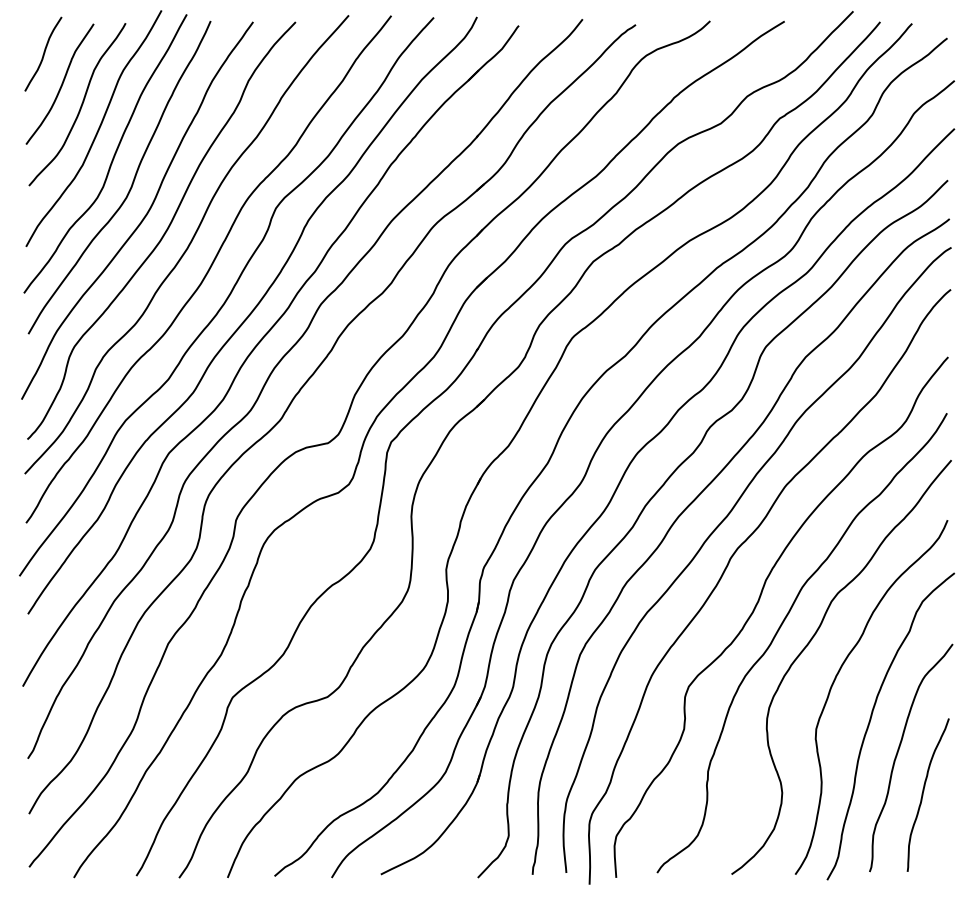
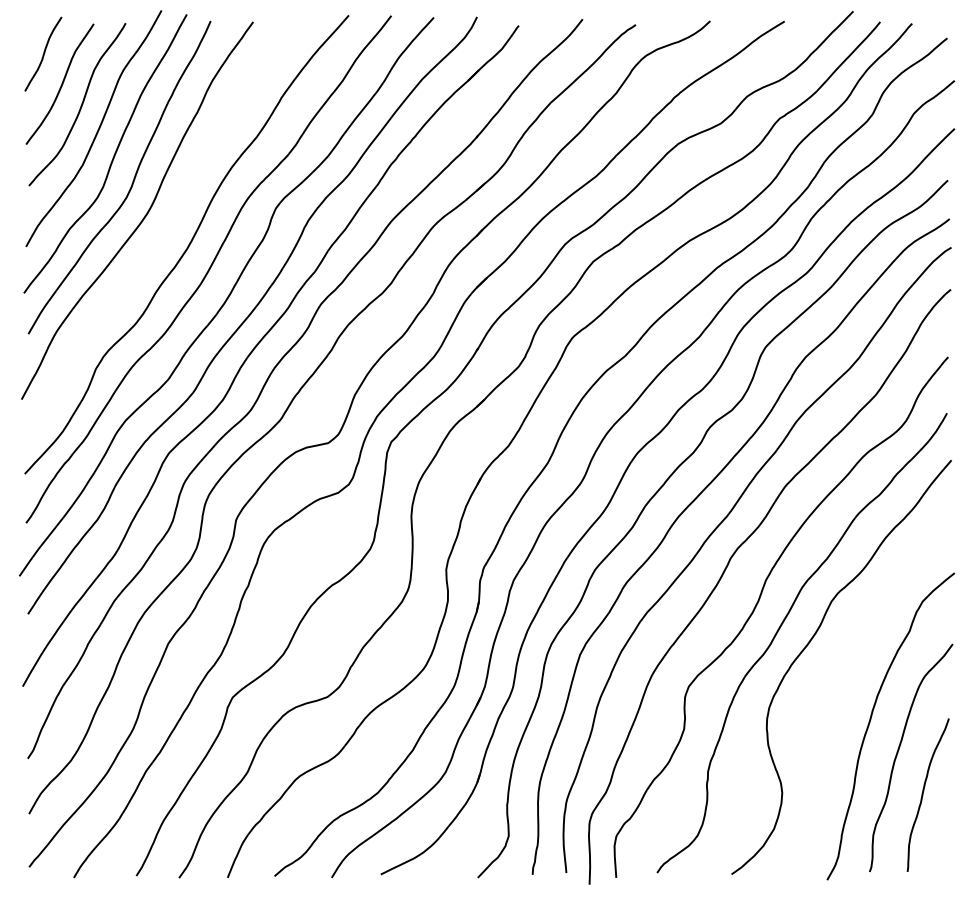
curve at (164, 232): present -> none
curve at (835, 680): present -> none
